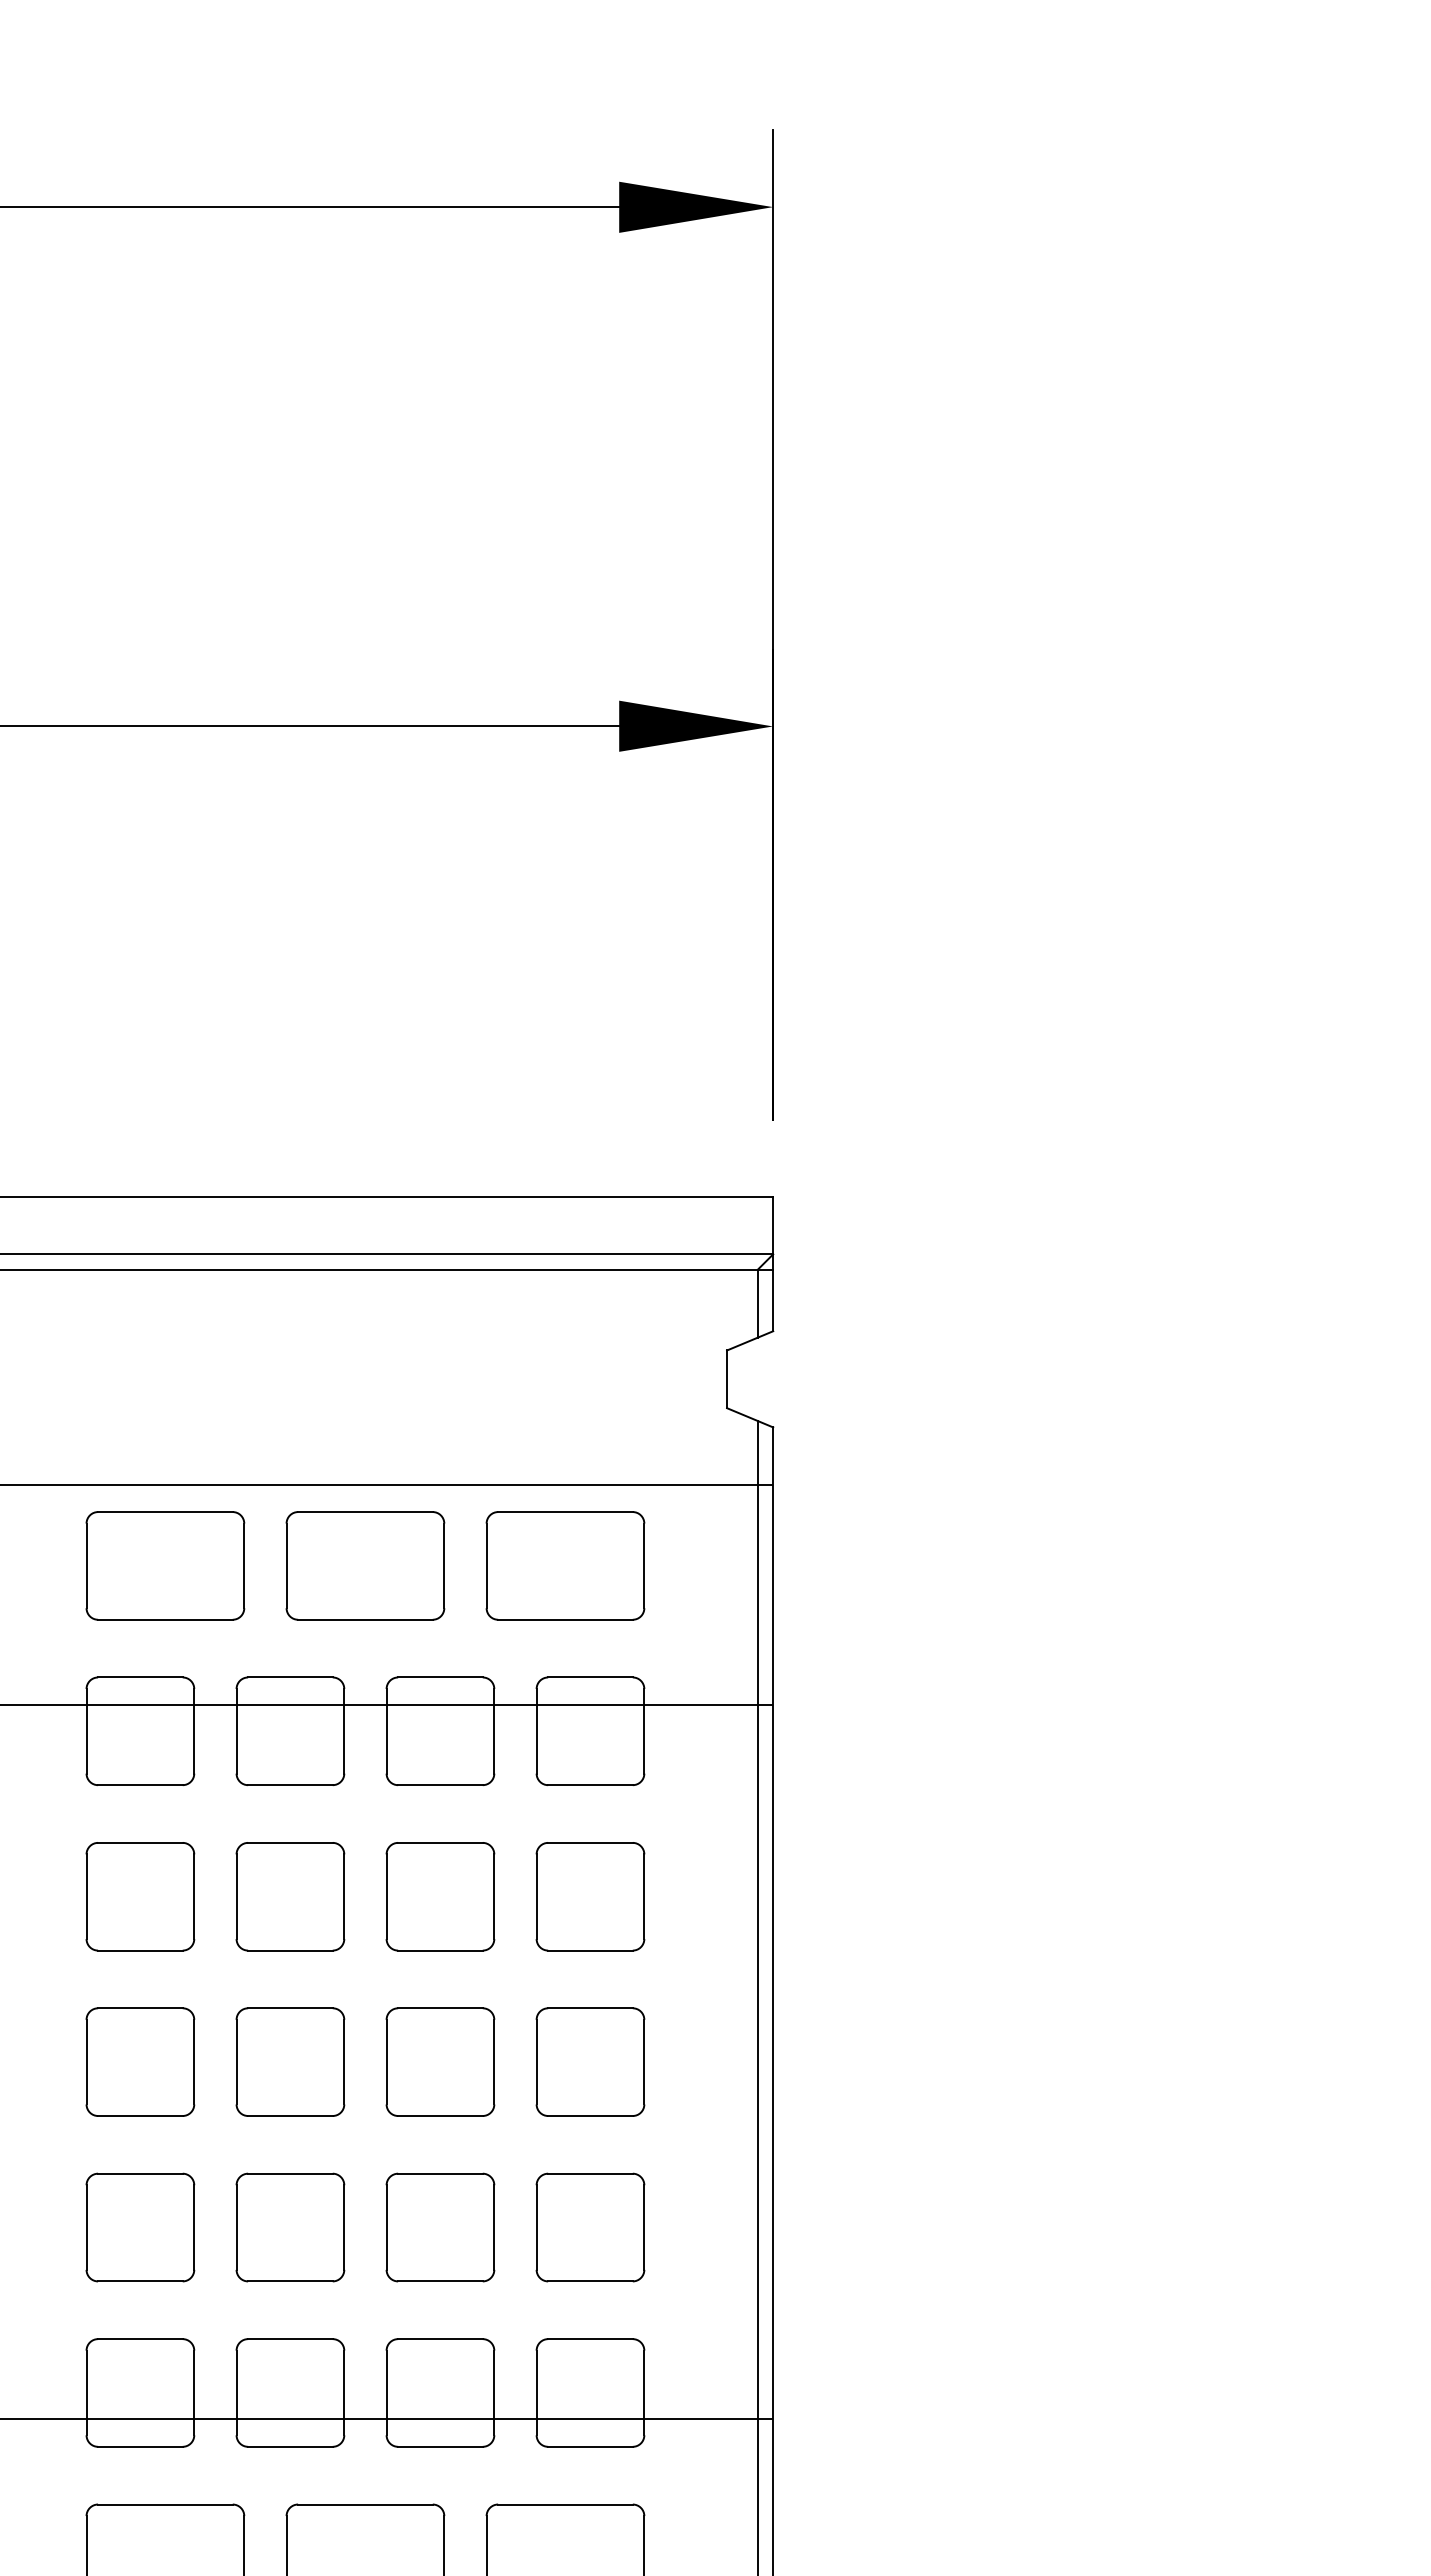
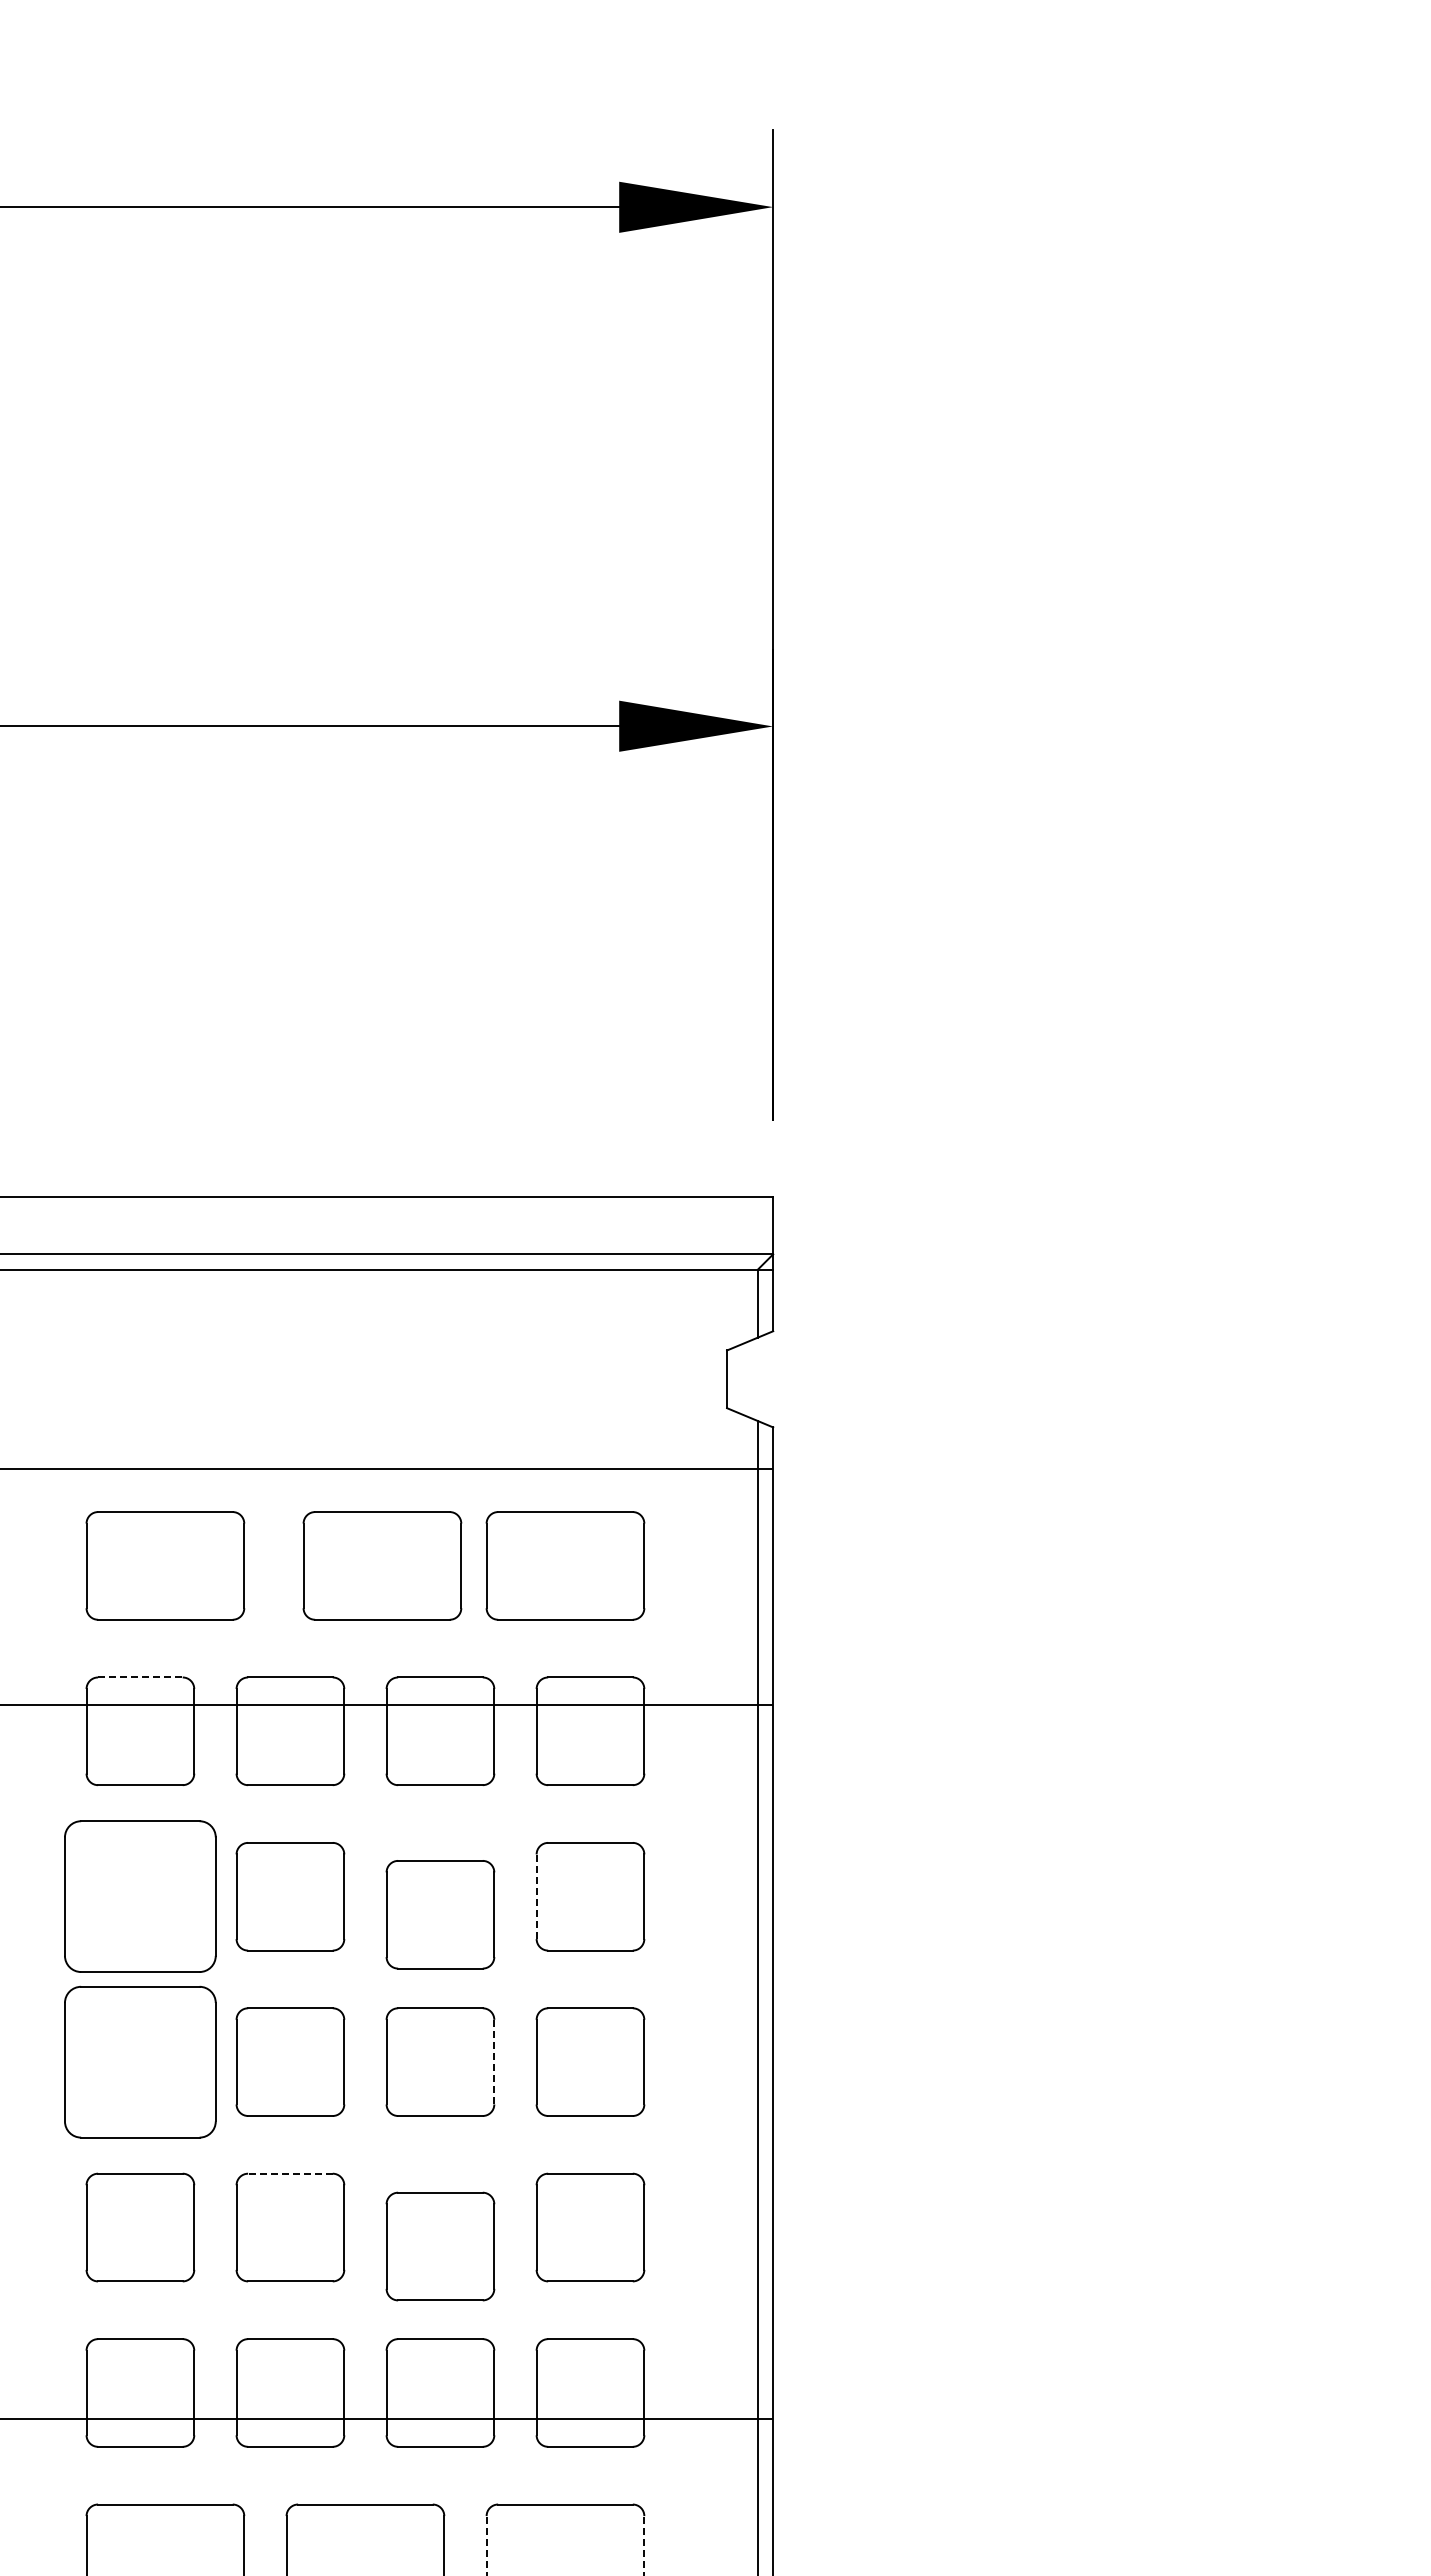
line at (387, 1485) position: (387, 1485) -> (387, 1469)
part at (365, 1565) position: (365, 1565) -> (382, 1565)
line at (140, 1677): solid -> dashed
part at (140, 1896) size: 111x110 px -> 153x153 px
part at (440, 1896) position: (440, 1896) -> (440, 1914)
line at (536, 1896): solid -> dashed
part at (140, 2061) size: 111x110 px -> 153x154 px
line at (494, 2061): solid -> dashed
line at (289, 2173): solid -> dashed
part at (440, 2227) position: (440, 2227) -> (440, 2246)
line at (486, 2545): solid -> dashed
line at (644, 2545): solid -> dashed
